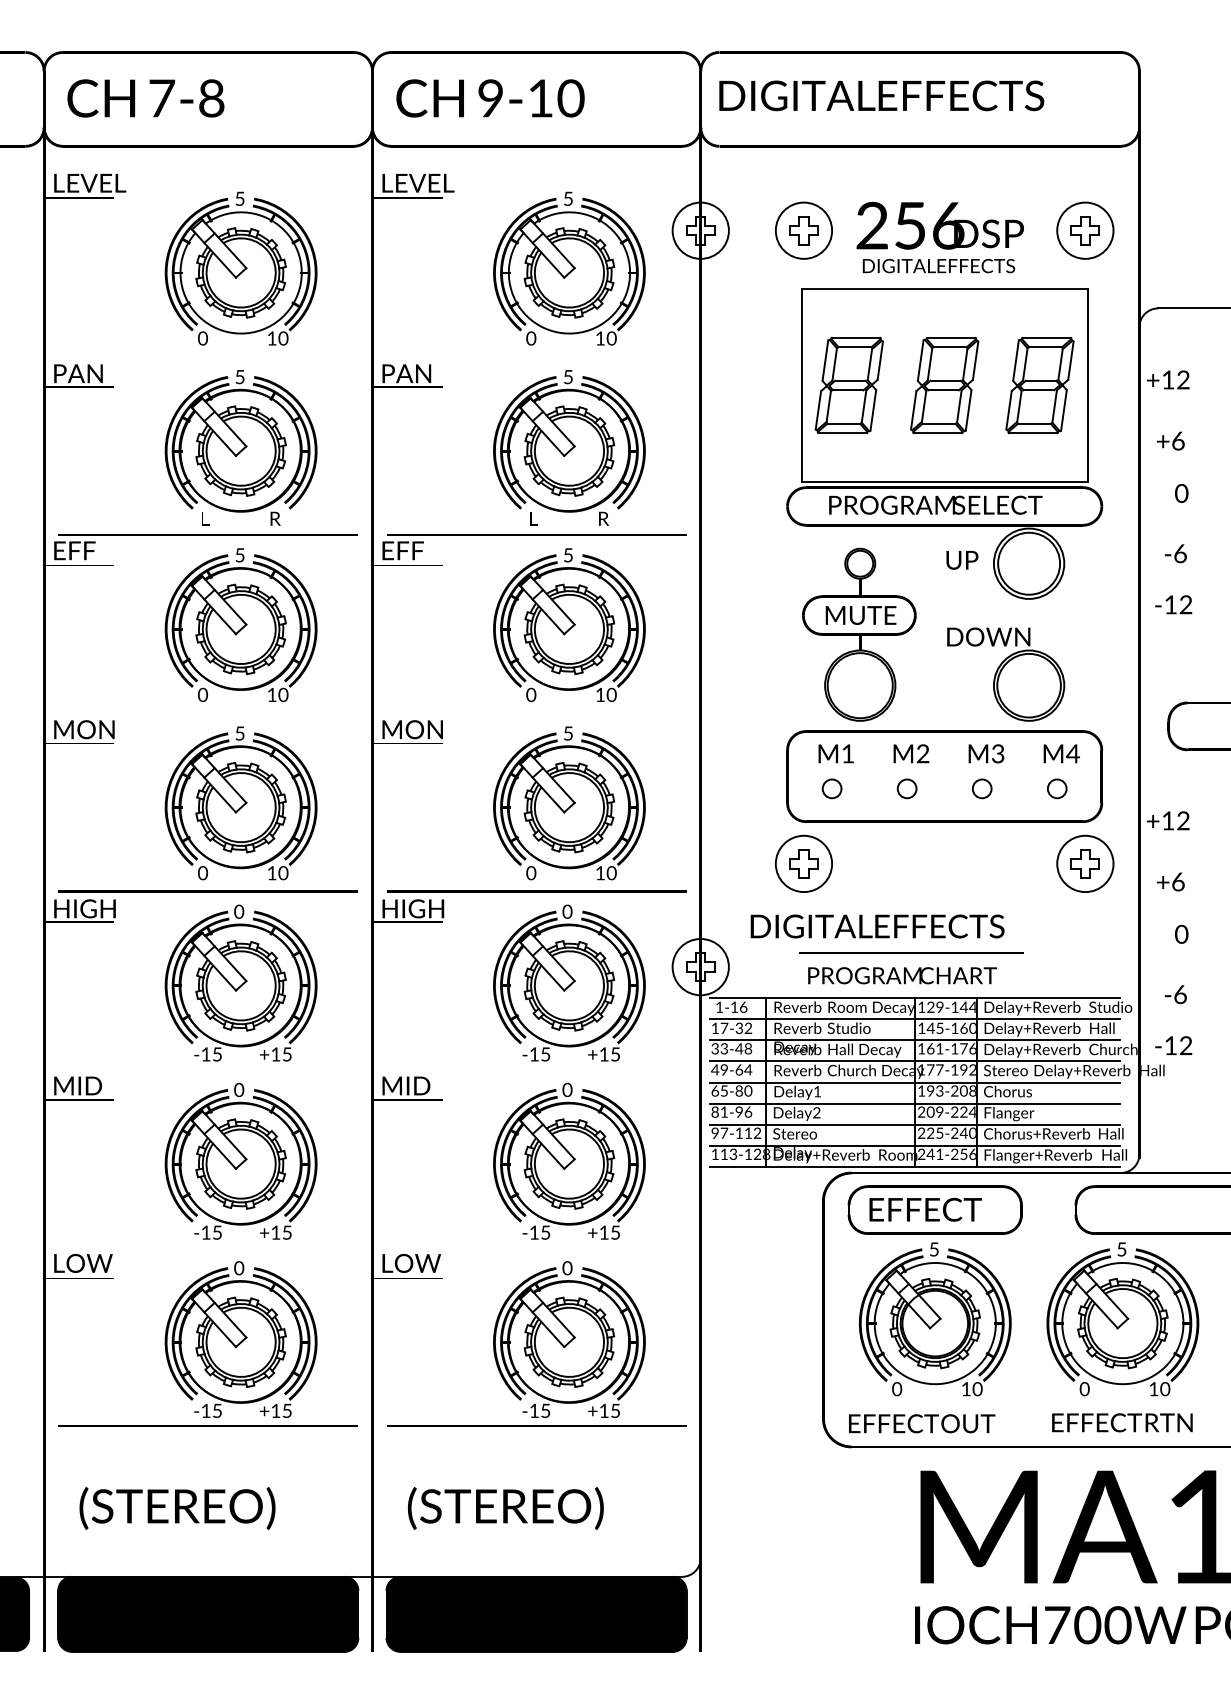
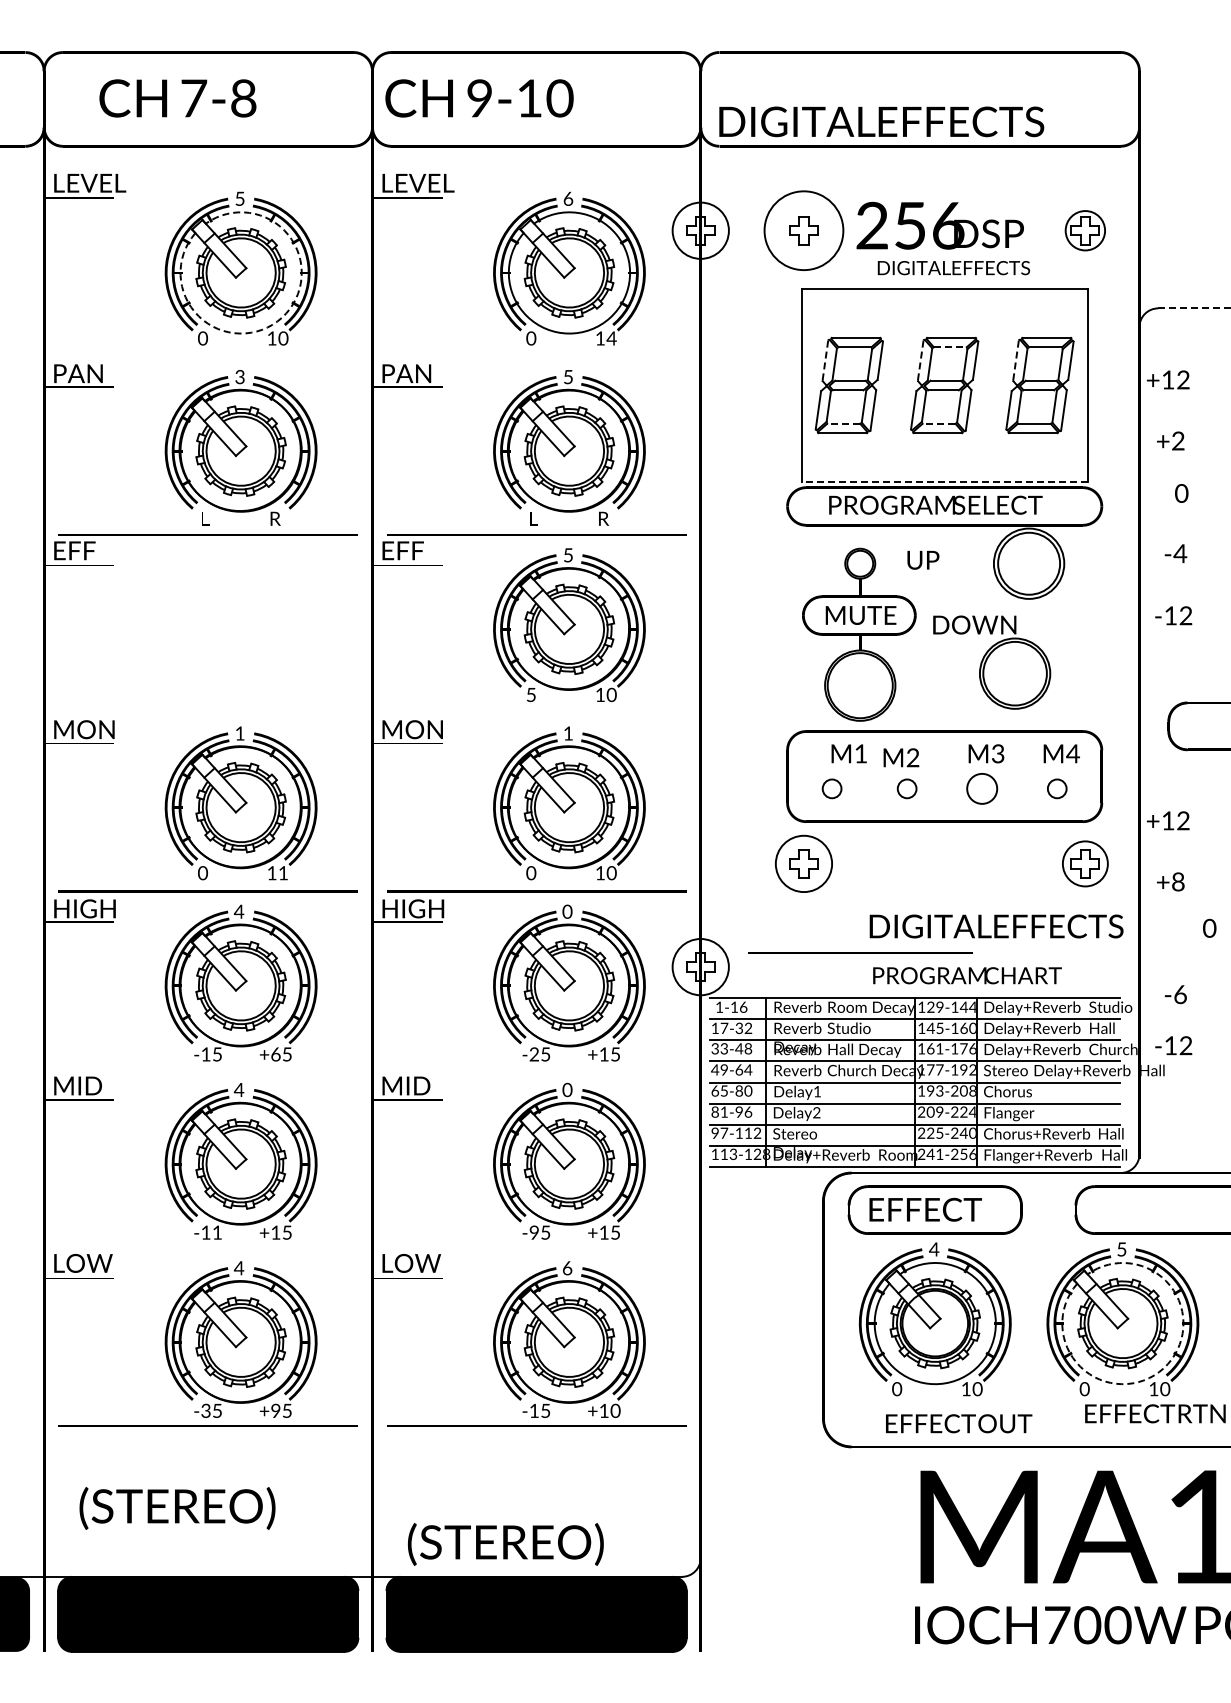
text at (881, 95) position: (881, 95) -> (881, 121)
text at (145, 98) position: (145, 98) -> (177, 98)
text at (490, 98) position: (490, 98) -> (479, 98)
text at (568, 198): 5 -> 6
circle at (803, 230) diameter: 56 px -> 79 px
circle at (1085, 230) diameter: 56 px -> 39 px
text at (938, 266) position: (938, 266) -> (953, 268)
line at (1194, 308): solid -> dashed
arc at (281, 317): solid -> dashed
text at (611, 338): 10 -> 14
line at (950, 347): solid -> dashed
line at (825, 359): solid -> dashed
line at (920, 359): solid -> dashed
line at (1016, 359): solid -> dashed
text at (239, 377): 5 -> 3
line at (843, 423): solid -> dashed
line at (939, 423): solid -> dashed
text at (1178, 440): +6 -> +2
line at (944, 481): solid -> dashed
text at (1180, 553): -6 -> -4
text at (962, 559) position: (962, 559) -> (923, 559)
text at (1173, 604) position: (1173, 604) -> (1173, 615)
part at (240, 624): present -> none
part at (1006, 674) position: (1006, 674) -> (992, 662)
text at (531, 694): 0 -> 5
text at (239, 733): 5 -> 1
text at (568, 733): 5 -> 1
text at (835, 753) position: (835, 753) -> (848, 753)
text at (911, 753) position: (911, 753) -> (901, 757)
circle at (981, 788) diameter: 19 px -> 30 px
circle at (1085, 863) diameter: 56 px -> 45 px
text at (283, 873): 10 -> 11
text at (1178, 881): +6 -> +8
text at (238, 911): 0 -> 4
text at (877, 926) position: (877, 926) -> (996, 926)
text at (1181, 933) position: (1181, 933) -> (1209, 927)
line at (911, 952) position: (911, 952) -> (860, 952)
text at (902, 975) position: (902, 975) -> (967, 975)
text at (275, 1054): +15 -> +65
text at (533, 1054): -15 -> -25
text at (238, 1089): 0 -> 4
text at (217, 1232): -15 -> -11
text at (533, 1232): -15 -> -95
text at (934, 1249): 5 -> 4
text at (567, 1267): 0 -> 6
text at (238, 1268): 0 -> 4
arc at (1163, 1368): solid -> dashed
text at (205, 1410): -15 -> -35
text at (275, 1410): +15 -> +95
text at (615, 1410): +15 -> +10
text at (1122, 1422) position: (1122, 1422) -> (1155, 1413)
text at (922, 1423) position: (922, 1423) -> (959, 1423)
text at (505, 1508) position: (505, 1508) -> (505, 1544)
